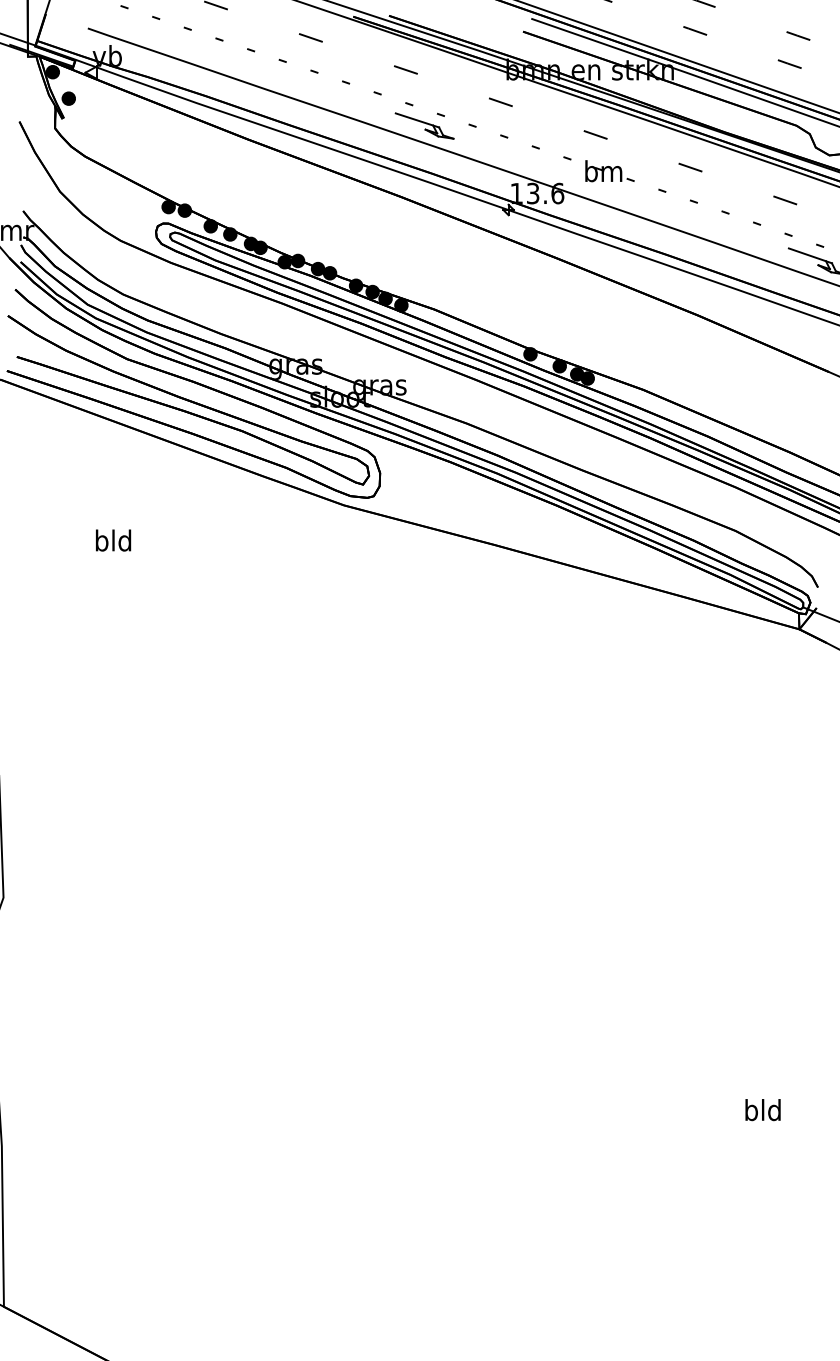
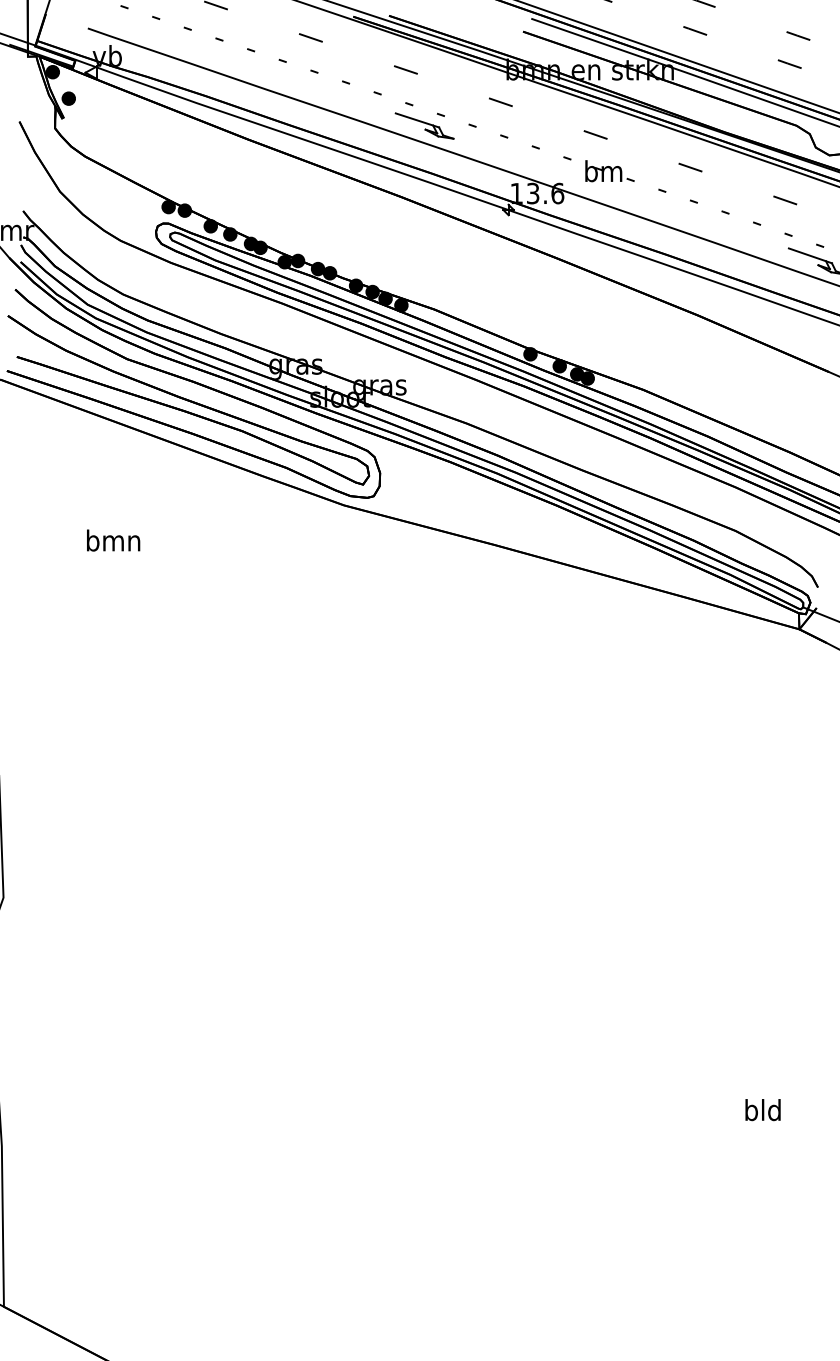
text at (113, 540): bld -> bmn
